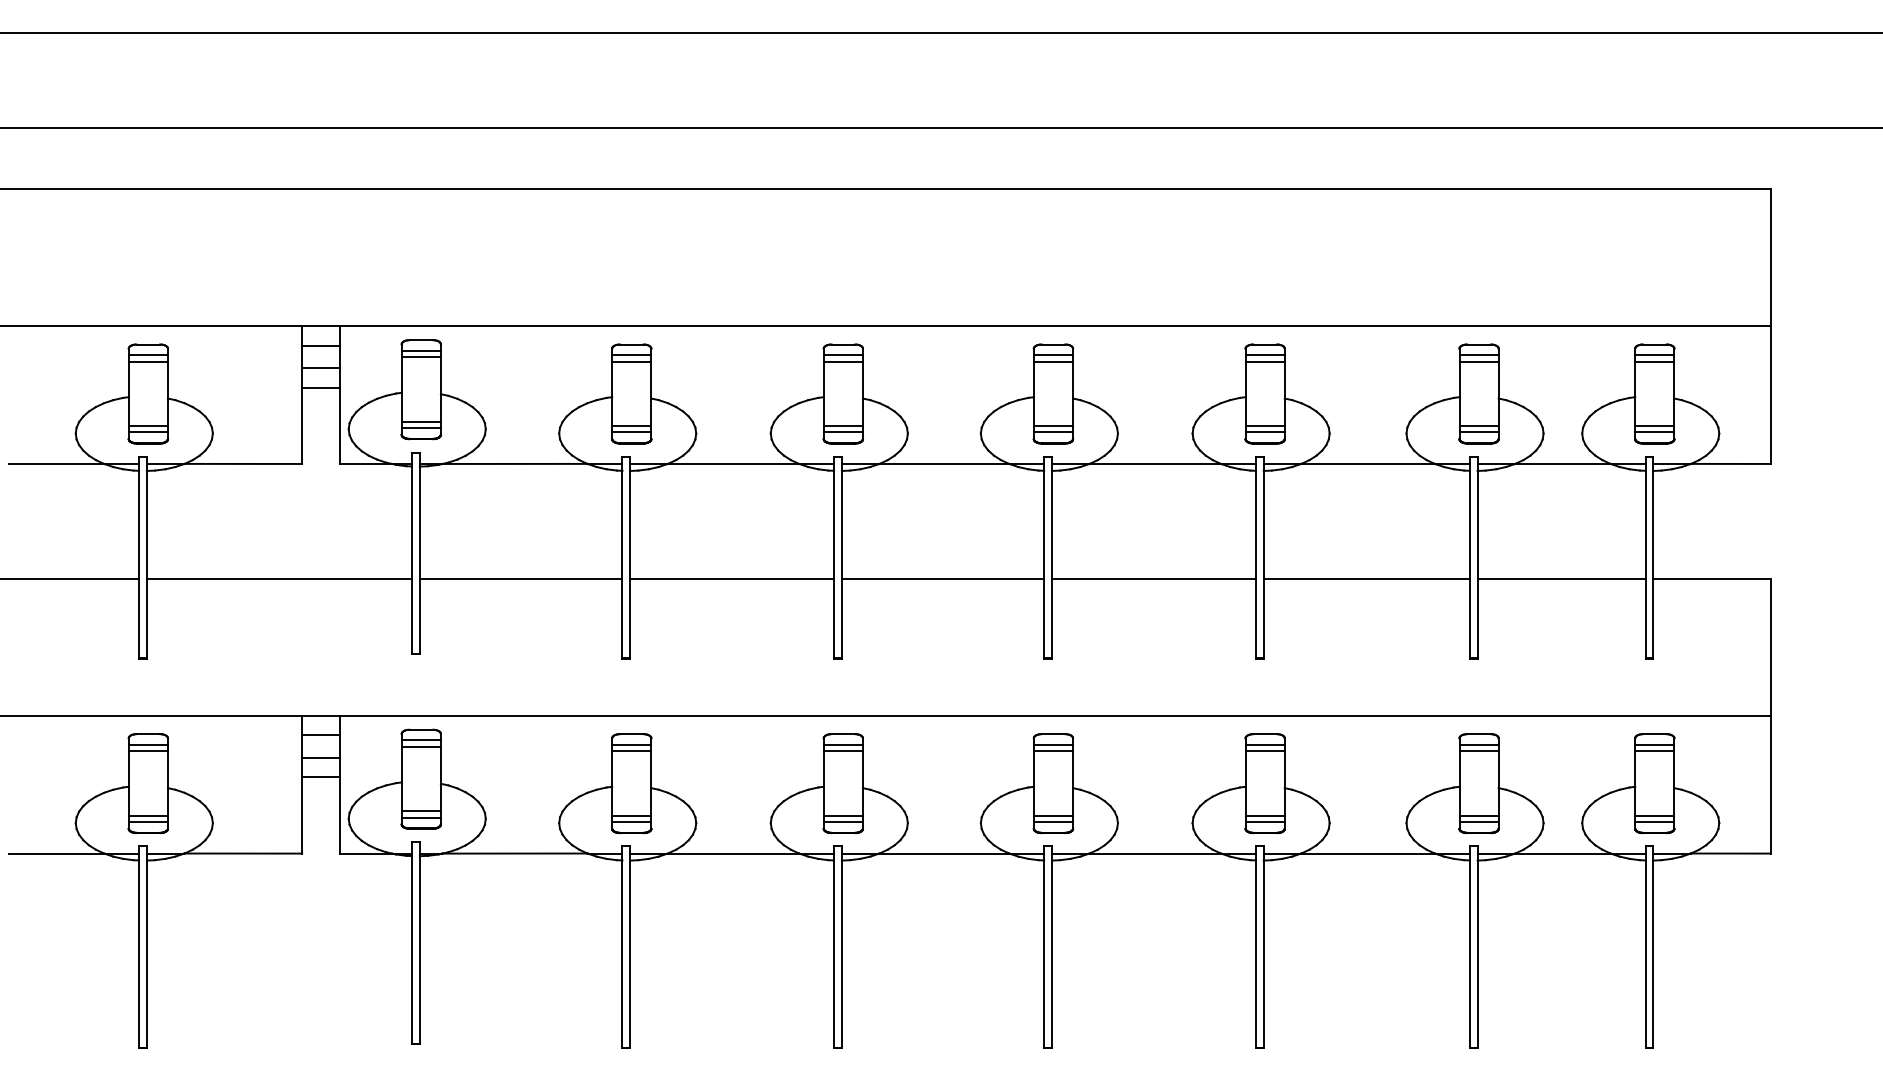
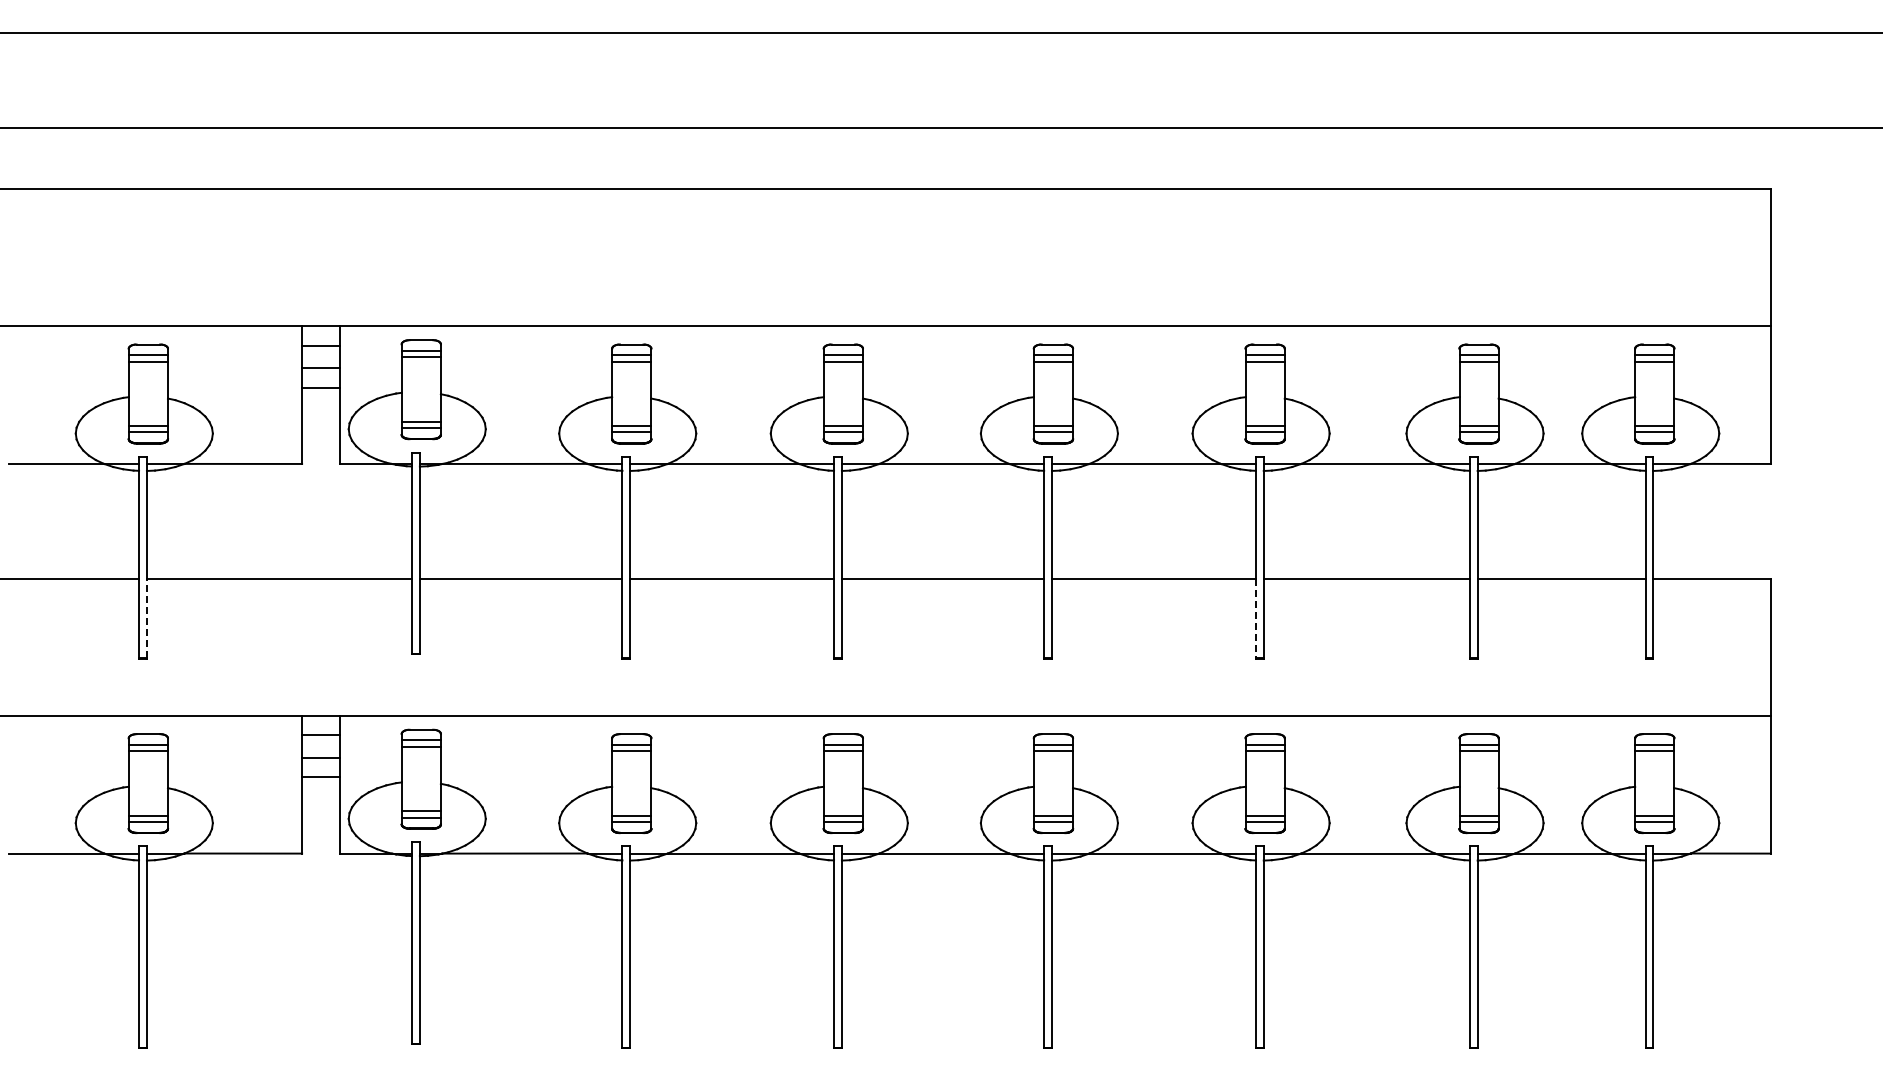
line at (146, 618): solid -> dashed
line at (1255, 618): solid -> dashed
